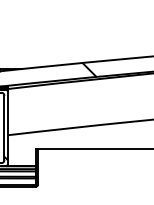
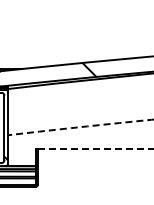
arc at (80, 127): solid -> dashed
line at (96, 148): solid -> dashed
